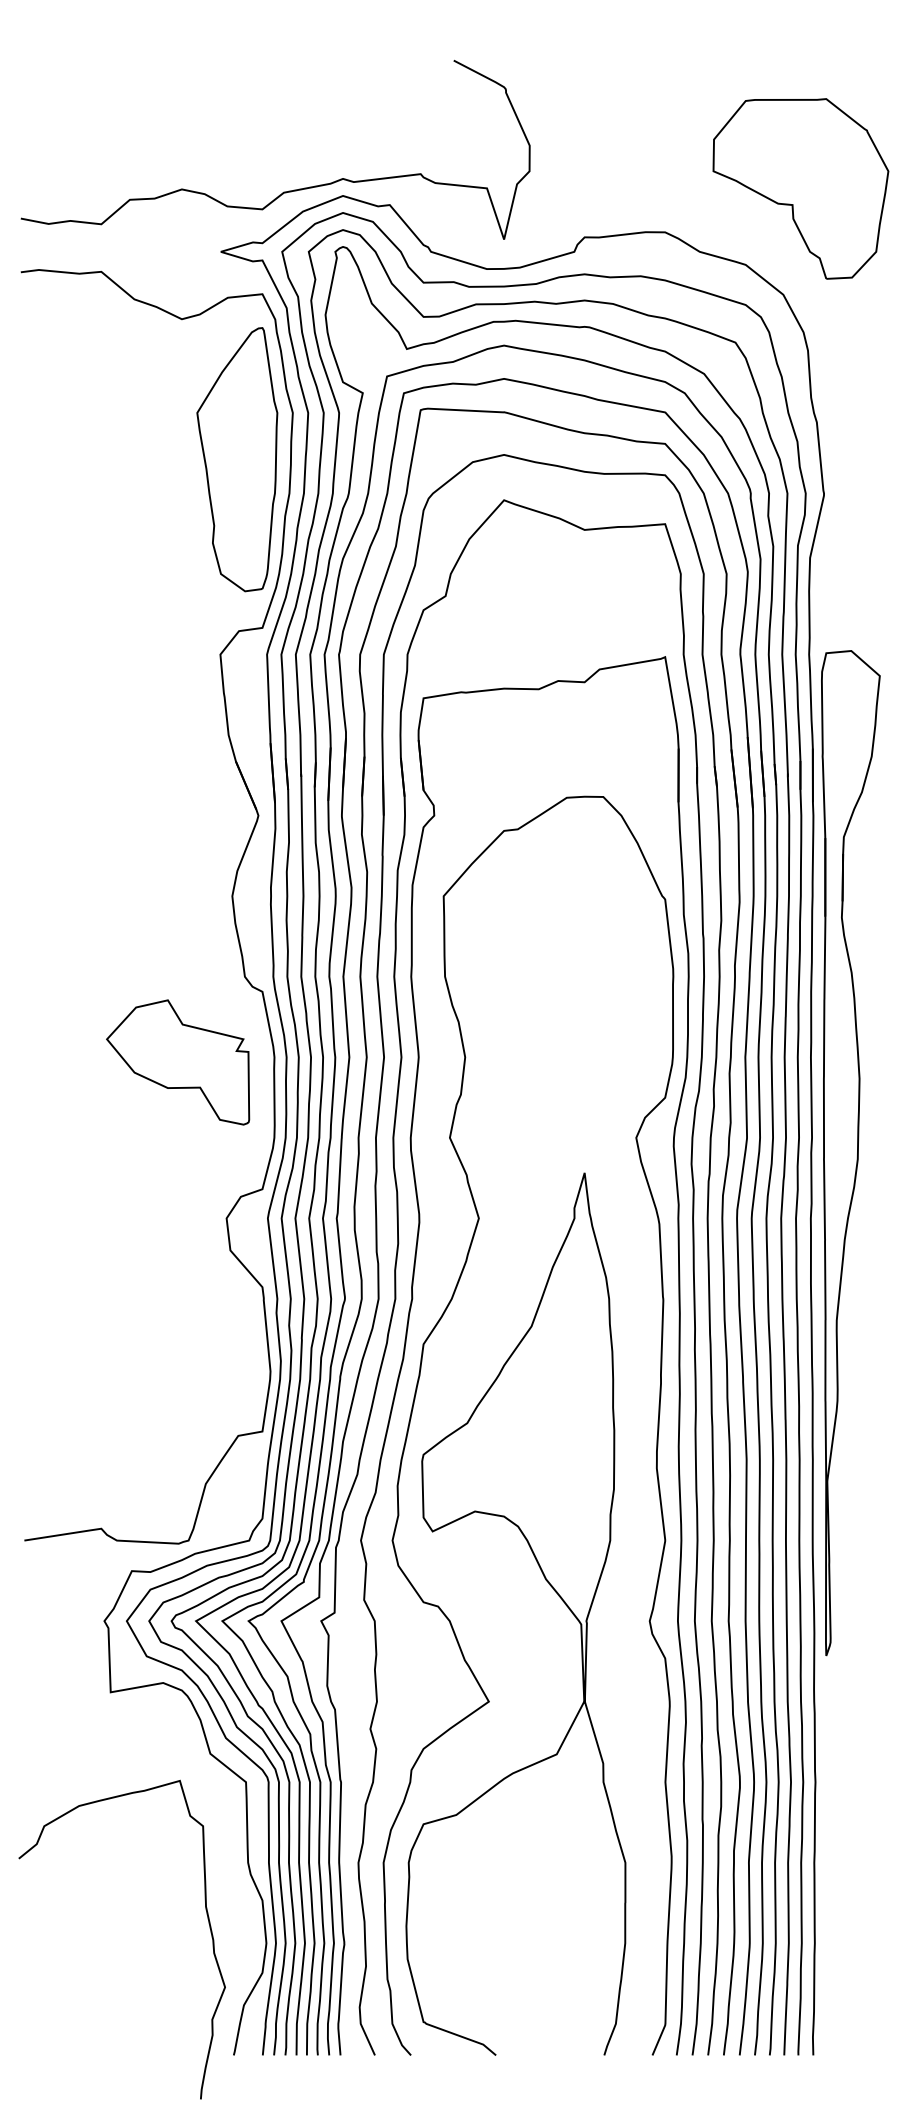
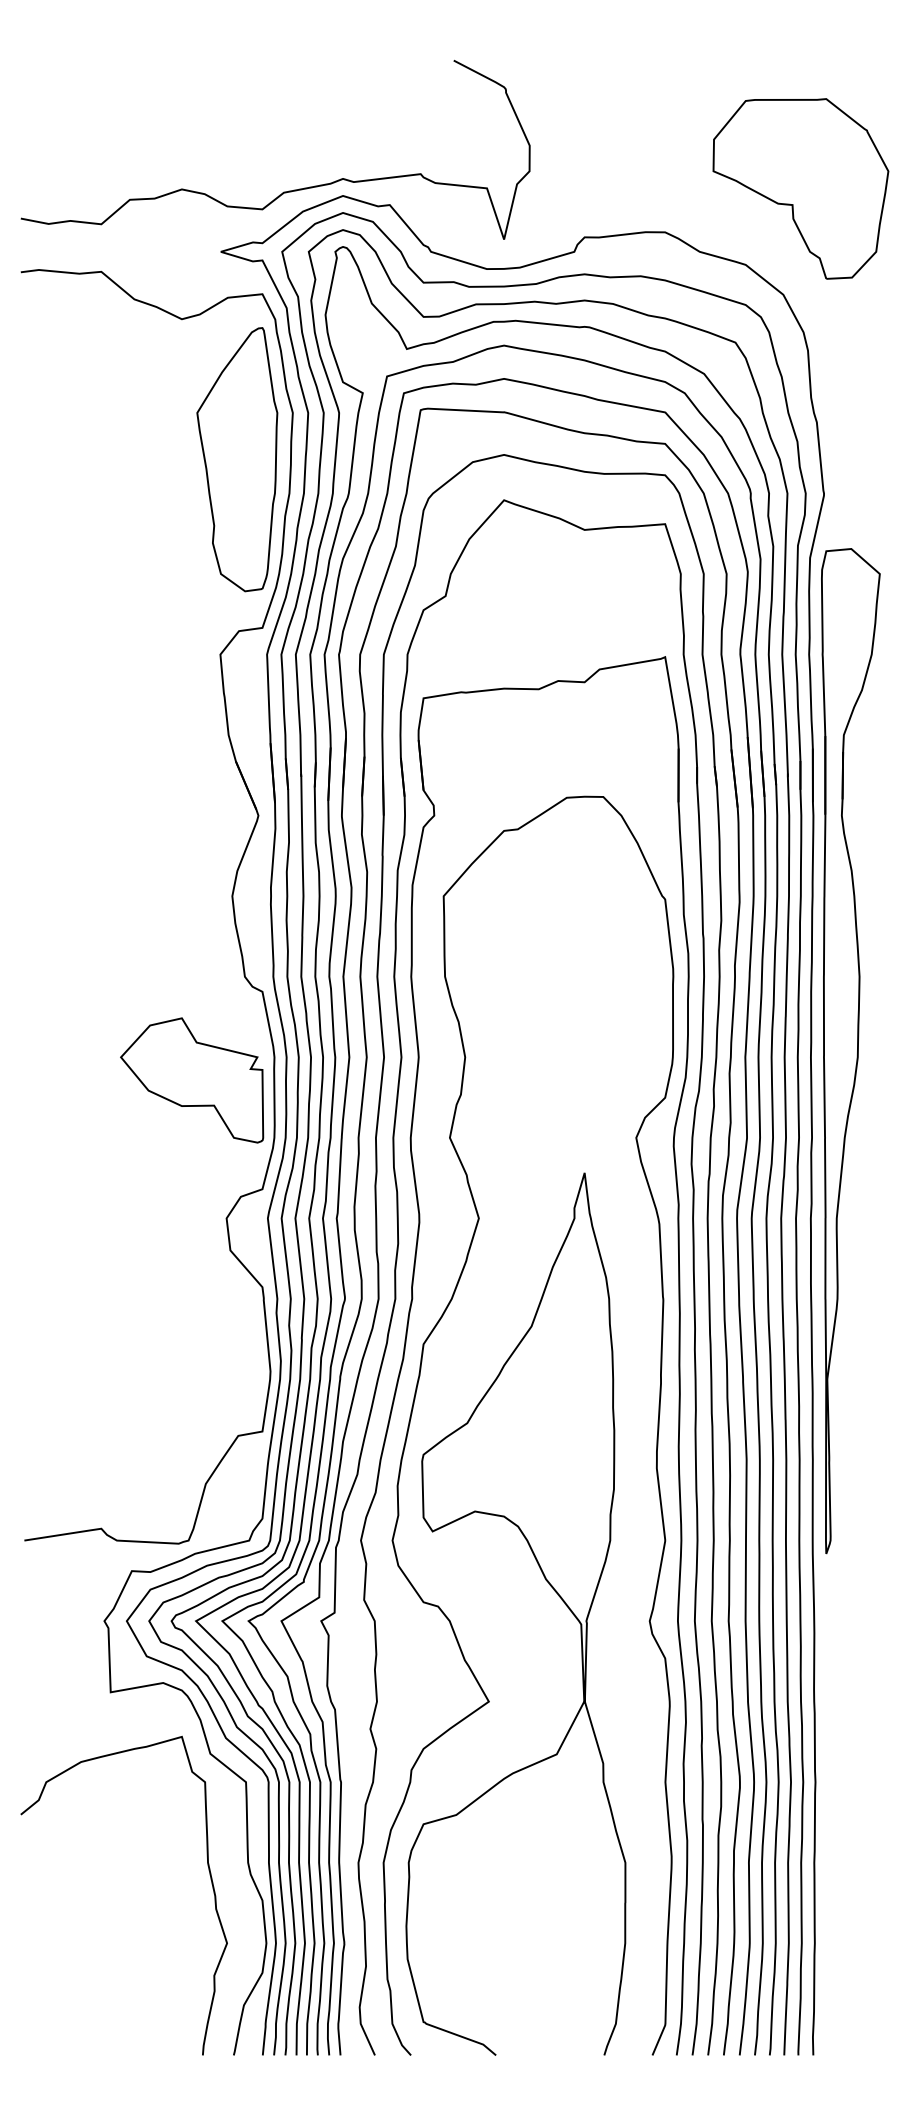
part at (178, 1062) position: (178, 1062) -> (192, 1080)
part at (850, 1153) position: (850, 1153) -> (850, 1051)
curve at (207, 1919) position: (207, 1919) -> (209, 1875)
